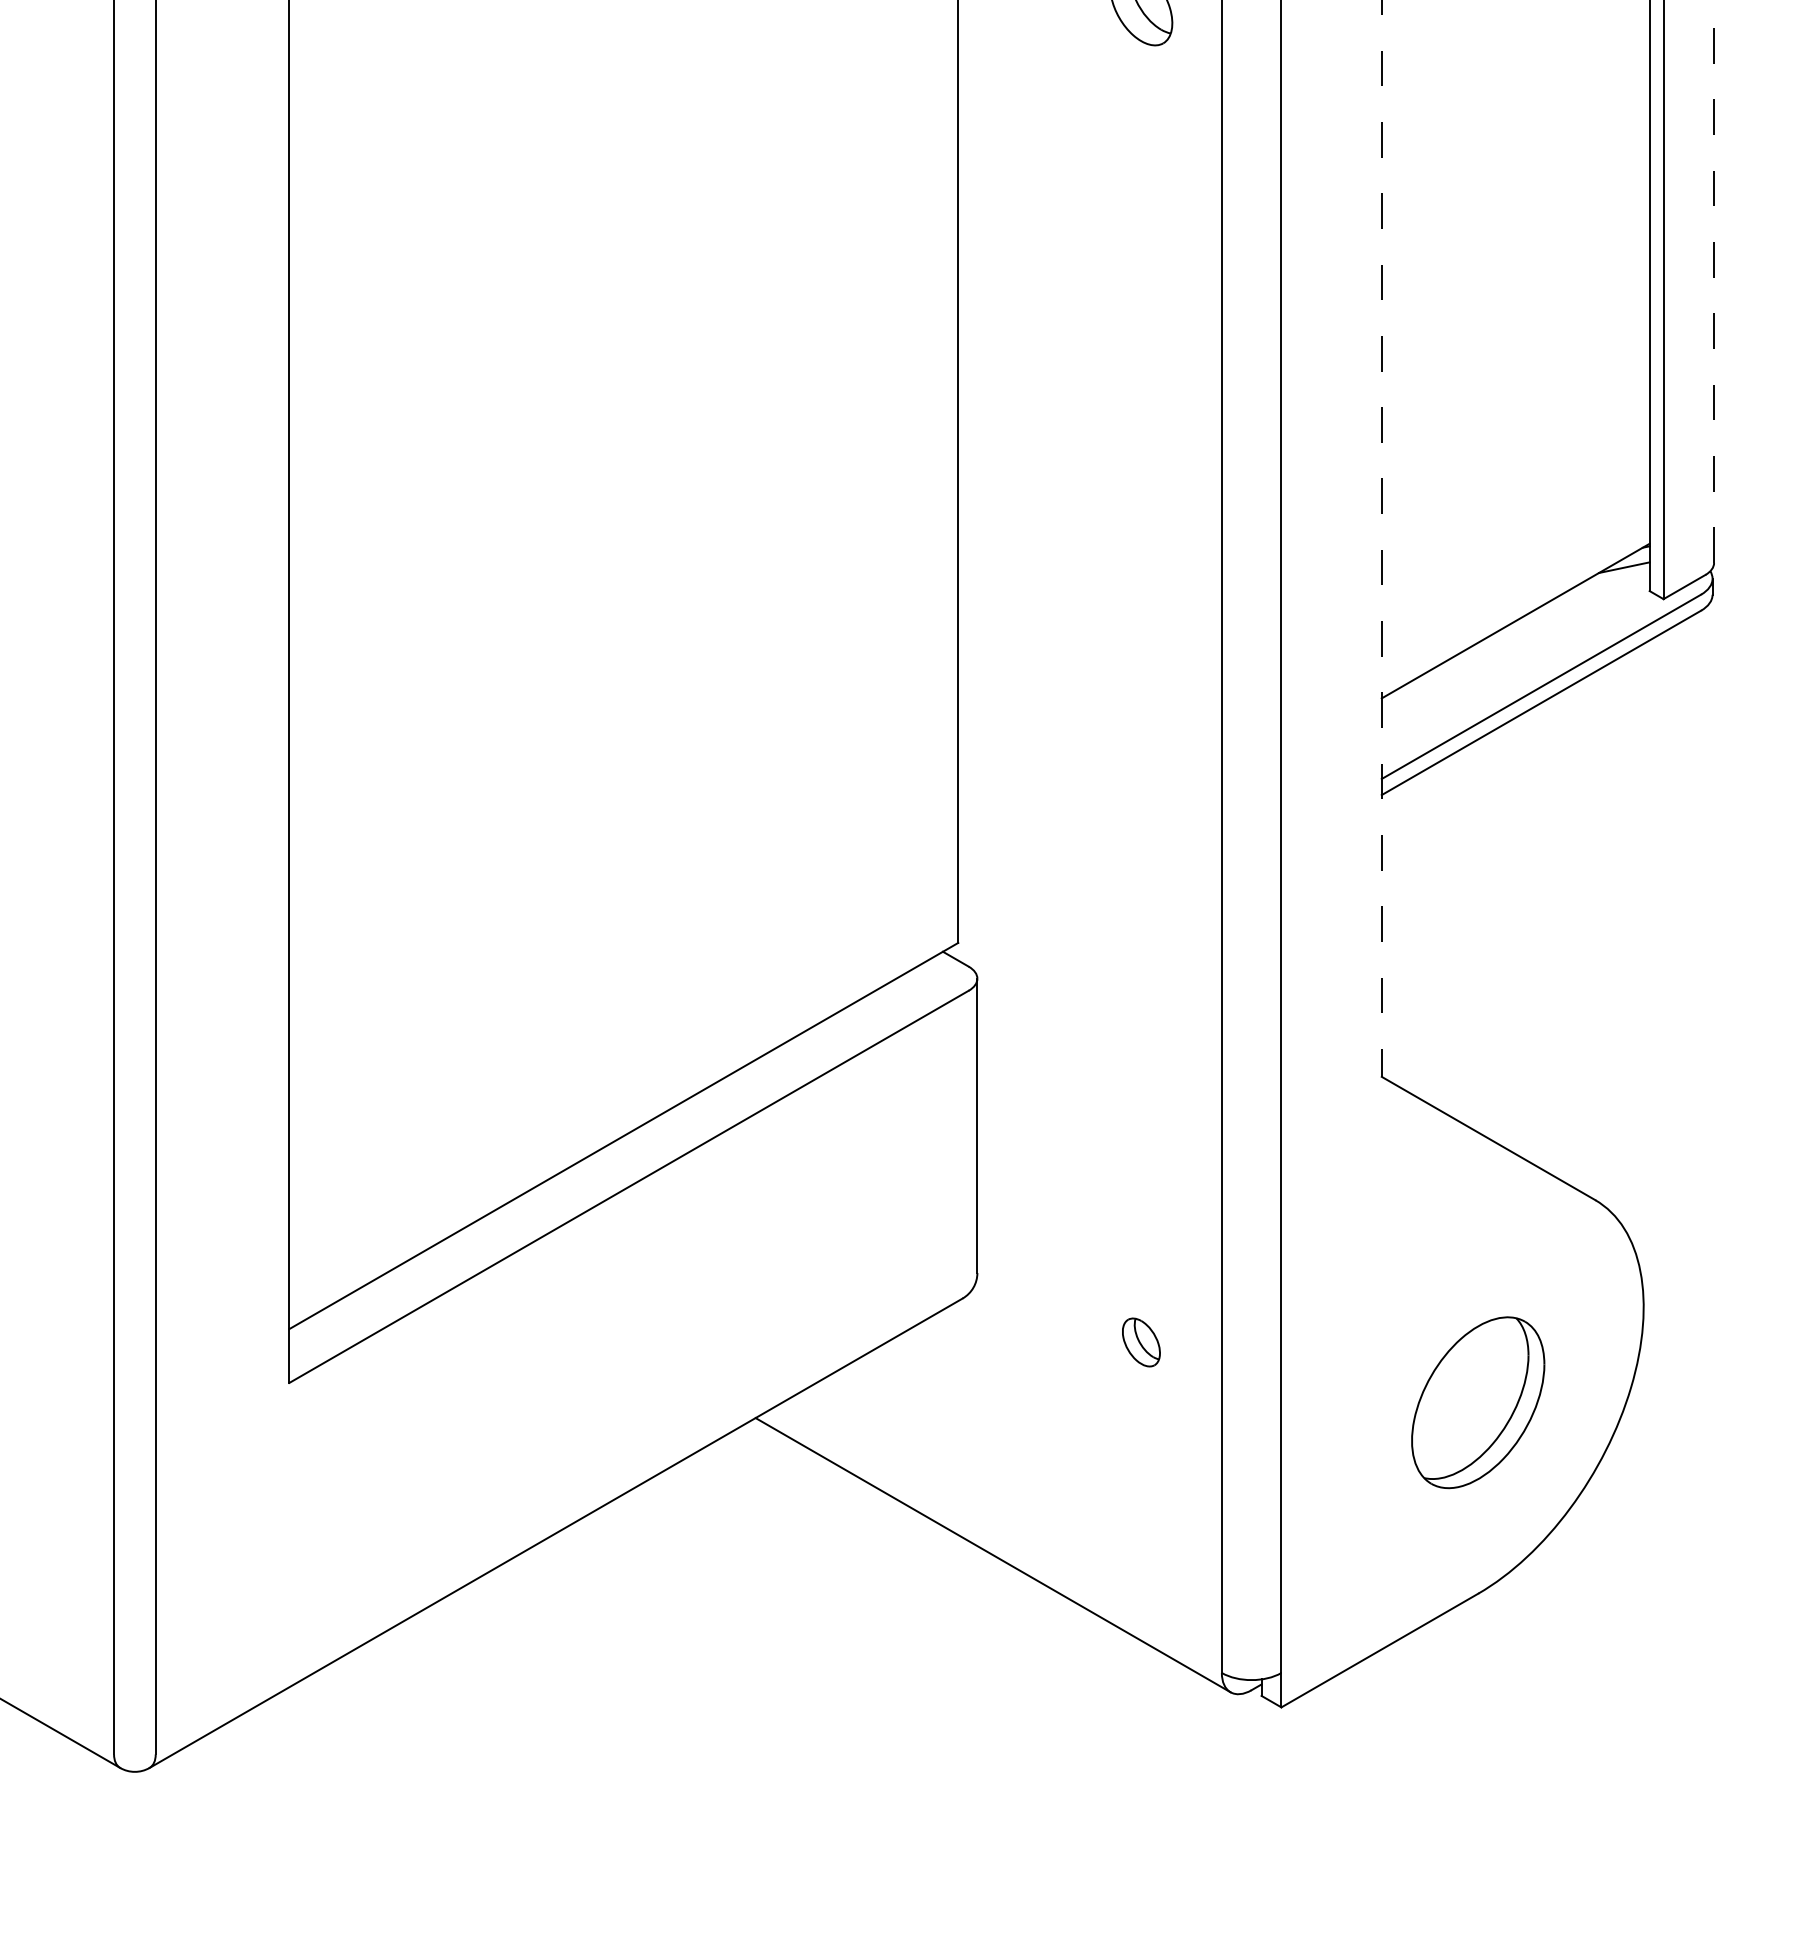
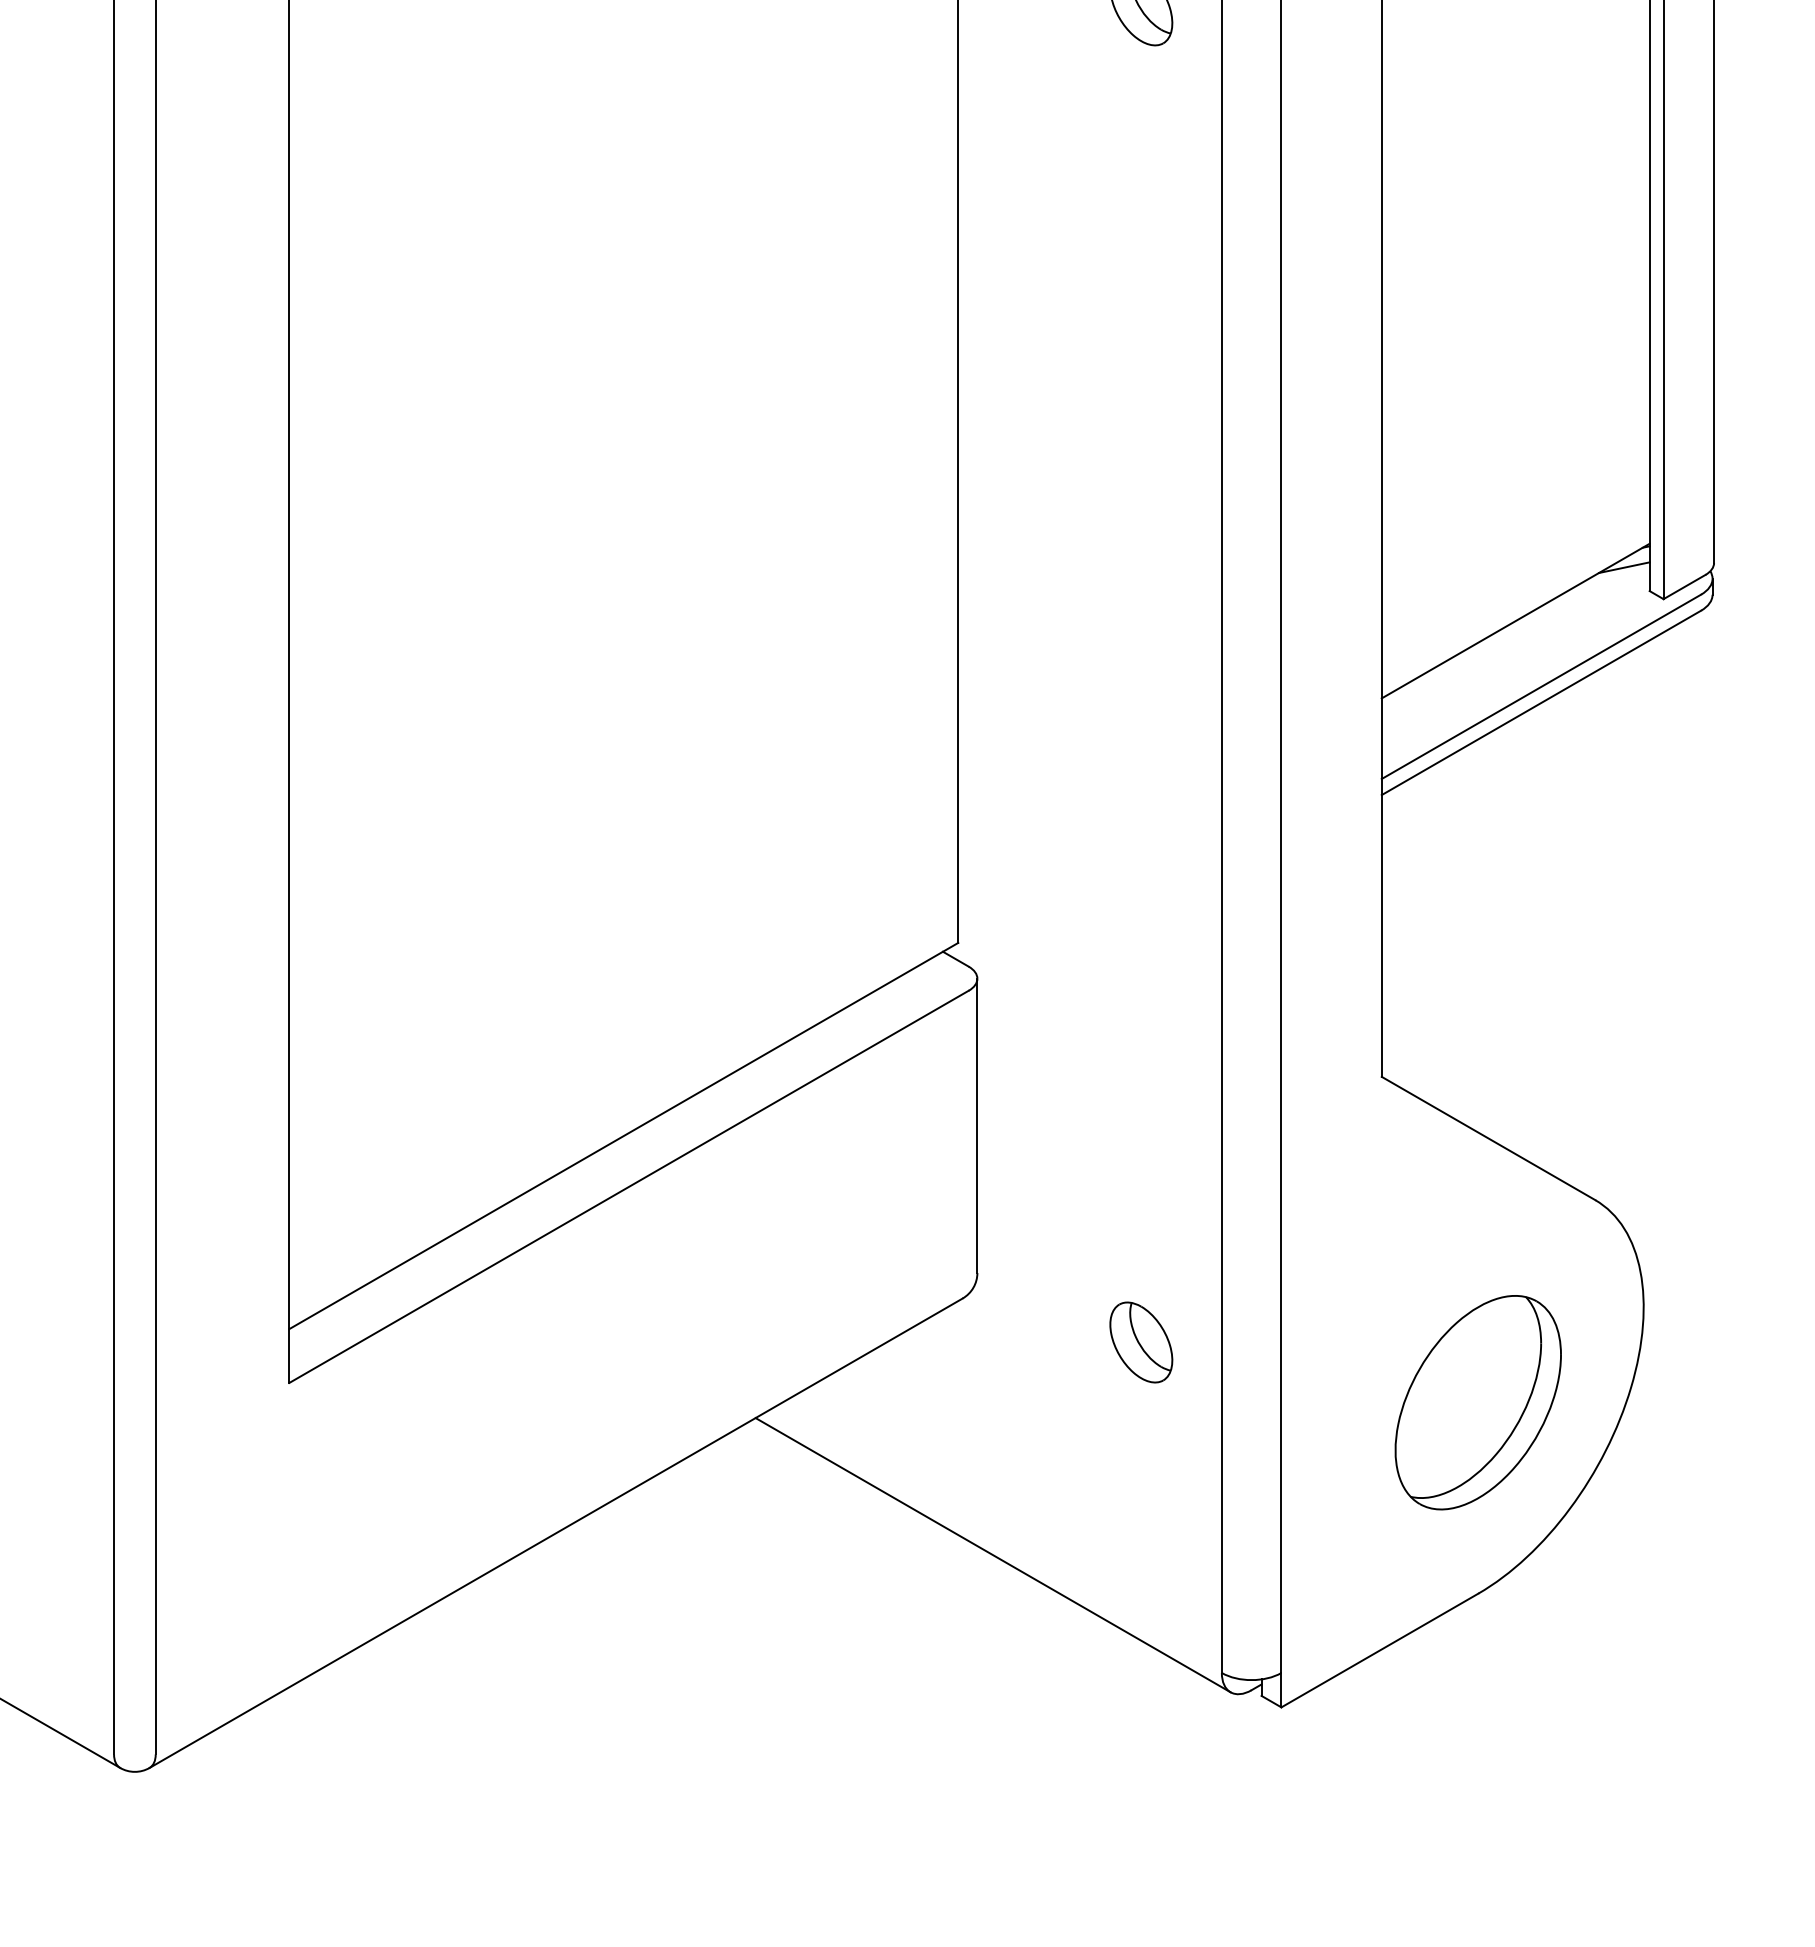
line at (1714, 281): dashed -> solid
line at (1381, 539): dashed -> solid
part at (1141, 1342) size: 39x51 px -> 65x83 px
part at (1478, 1402) size: 135x174 px -> 168x216 px
